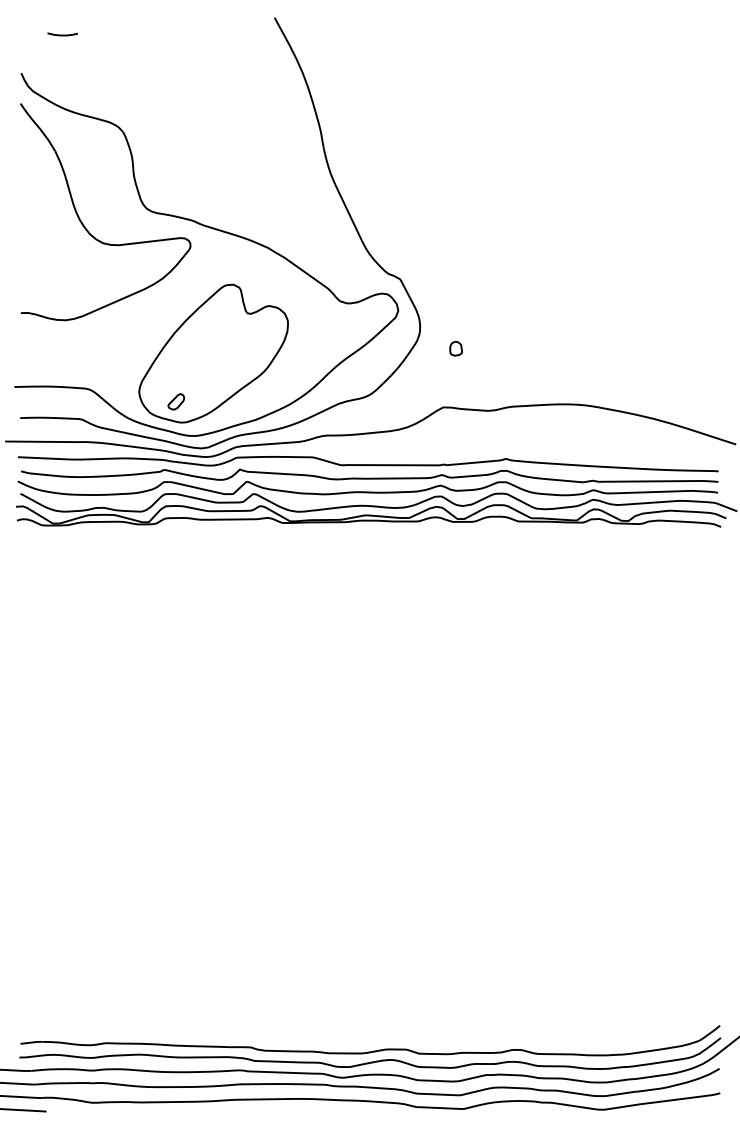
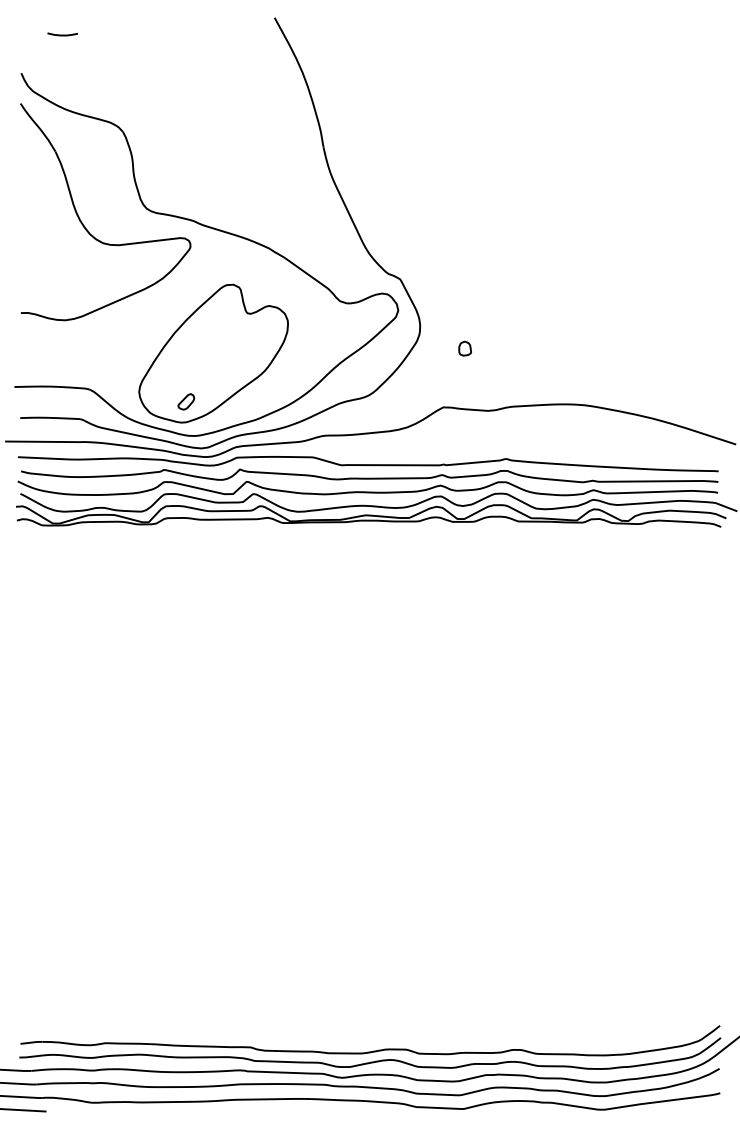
part at (455, 348) position: (455, 348) -> (464, 348)
part at (176, 401) position: (176, 401) -> (186, 401)
